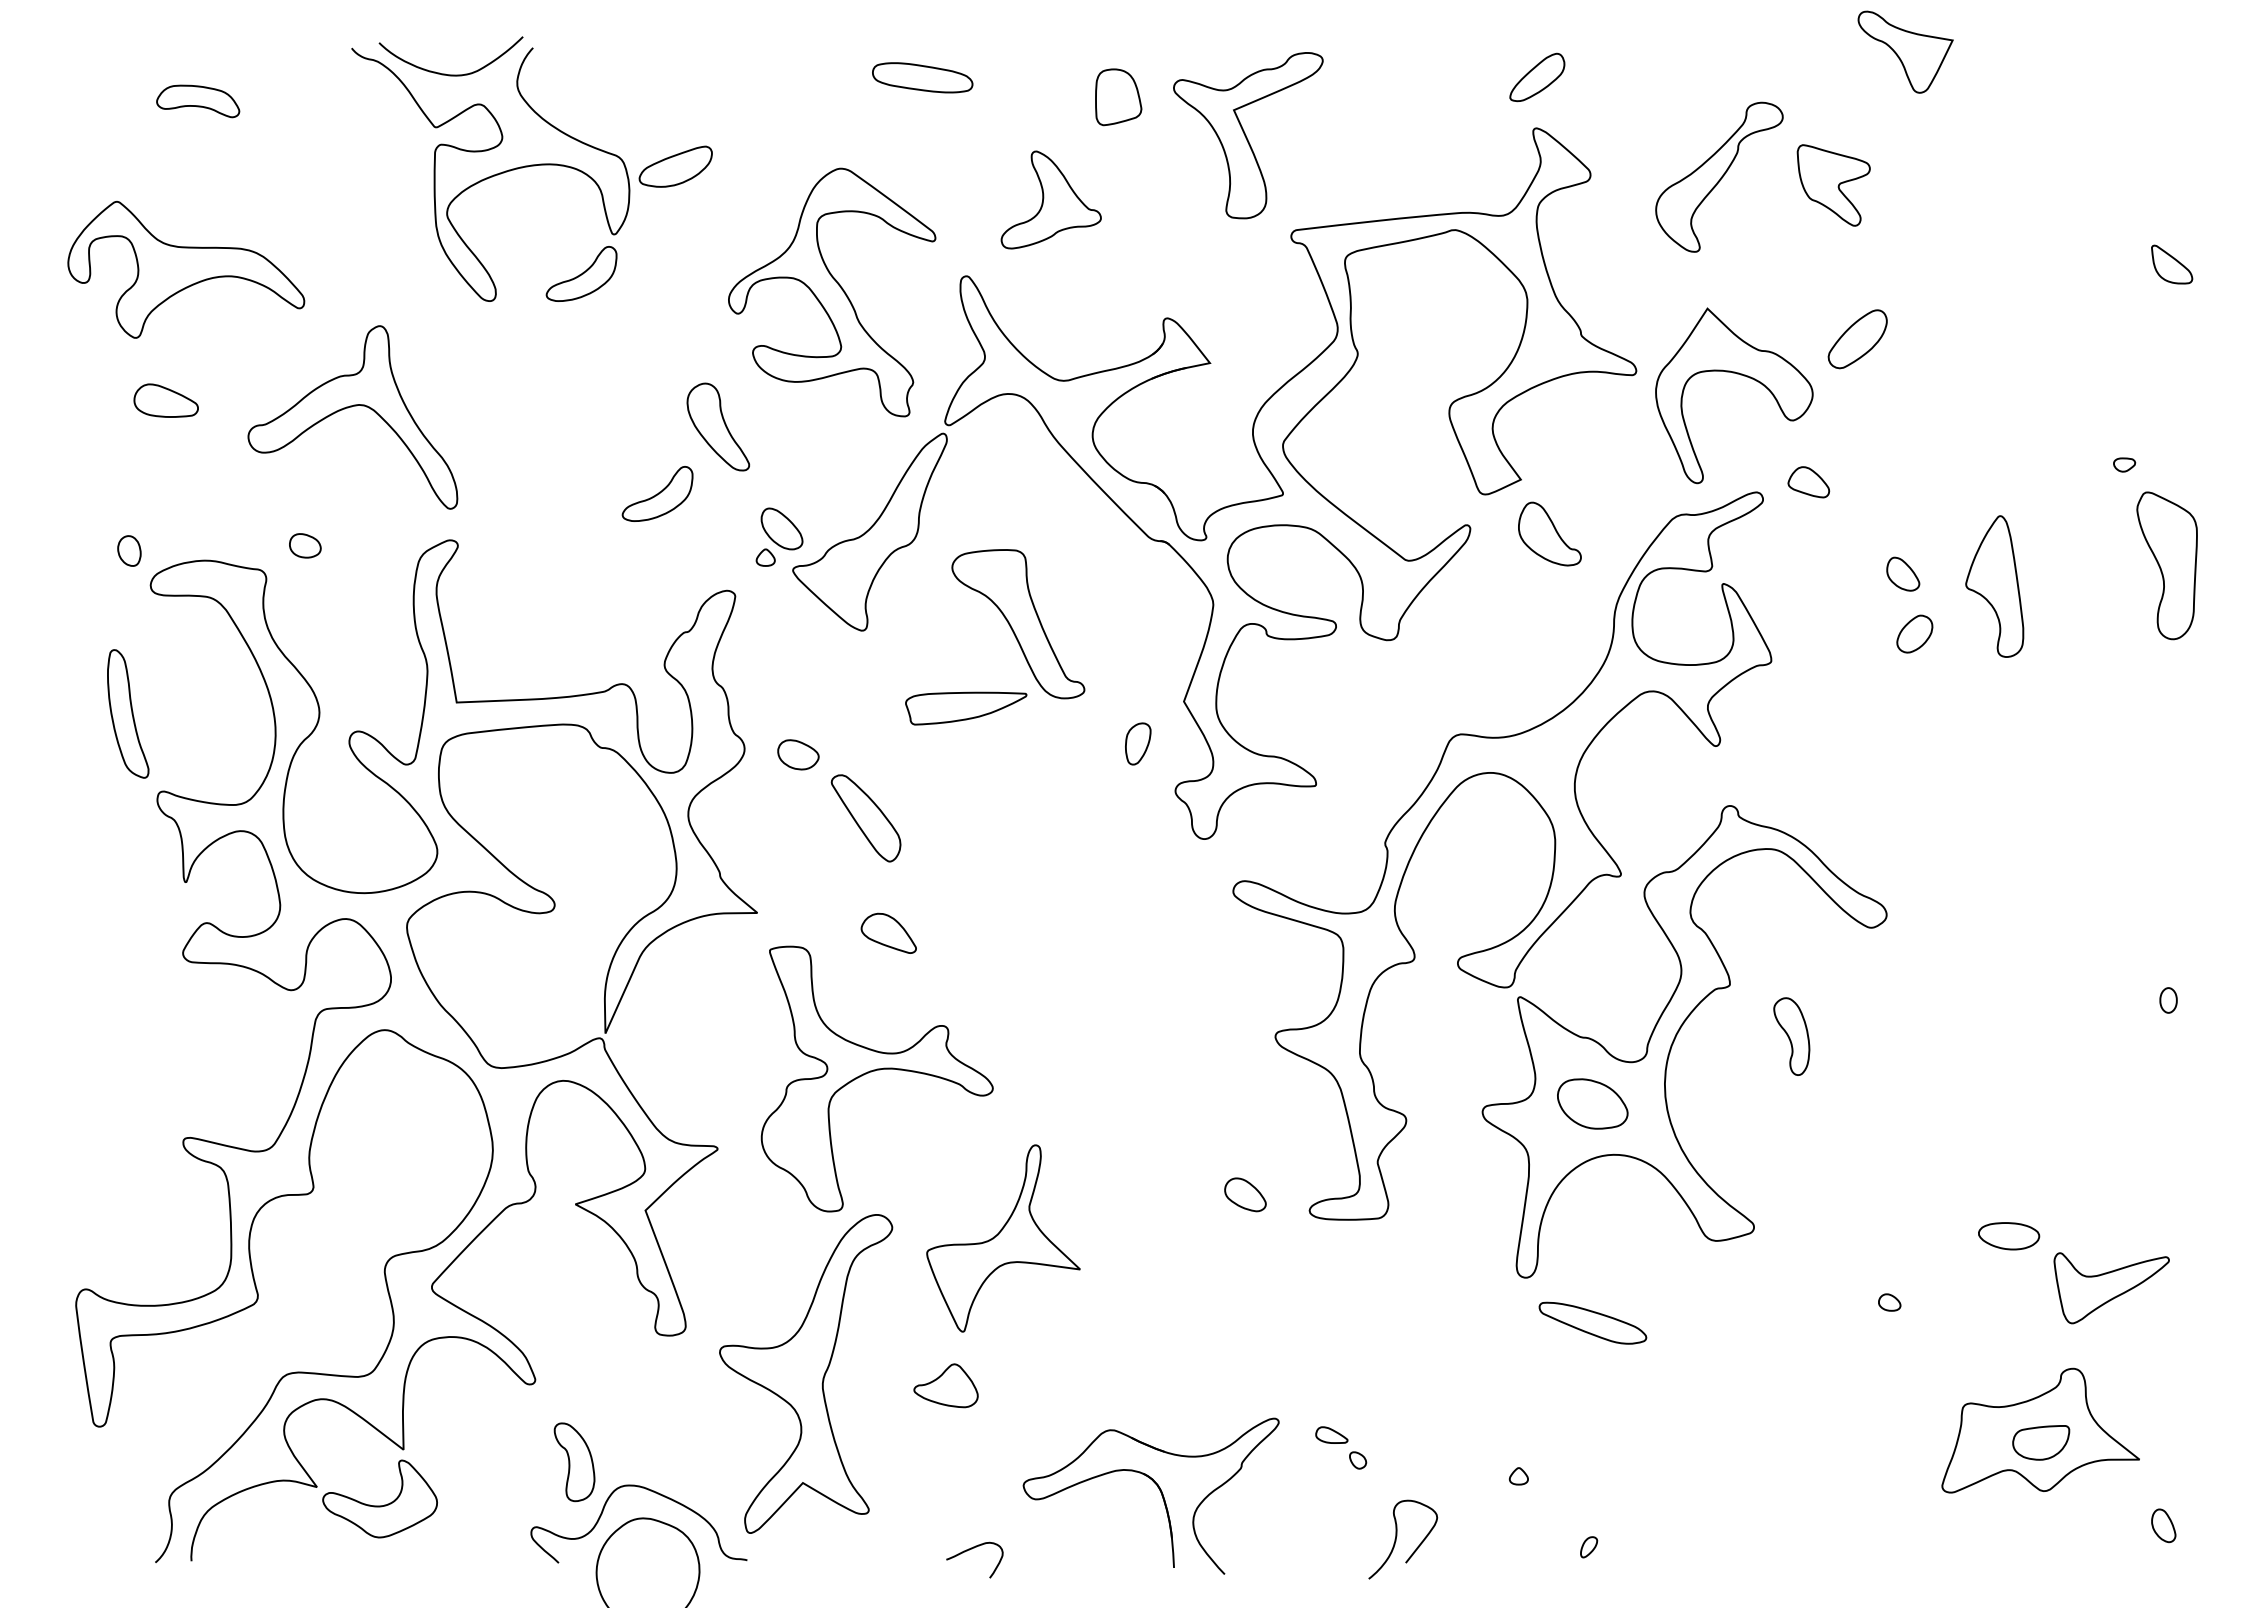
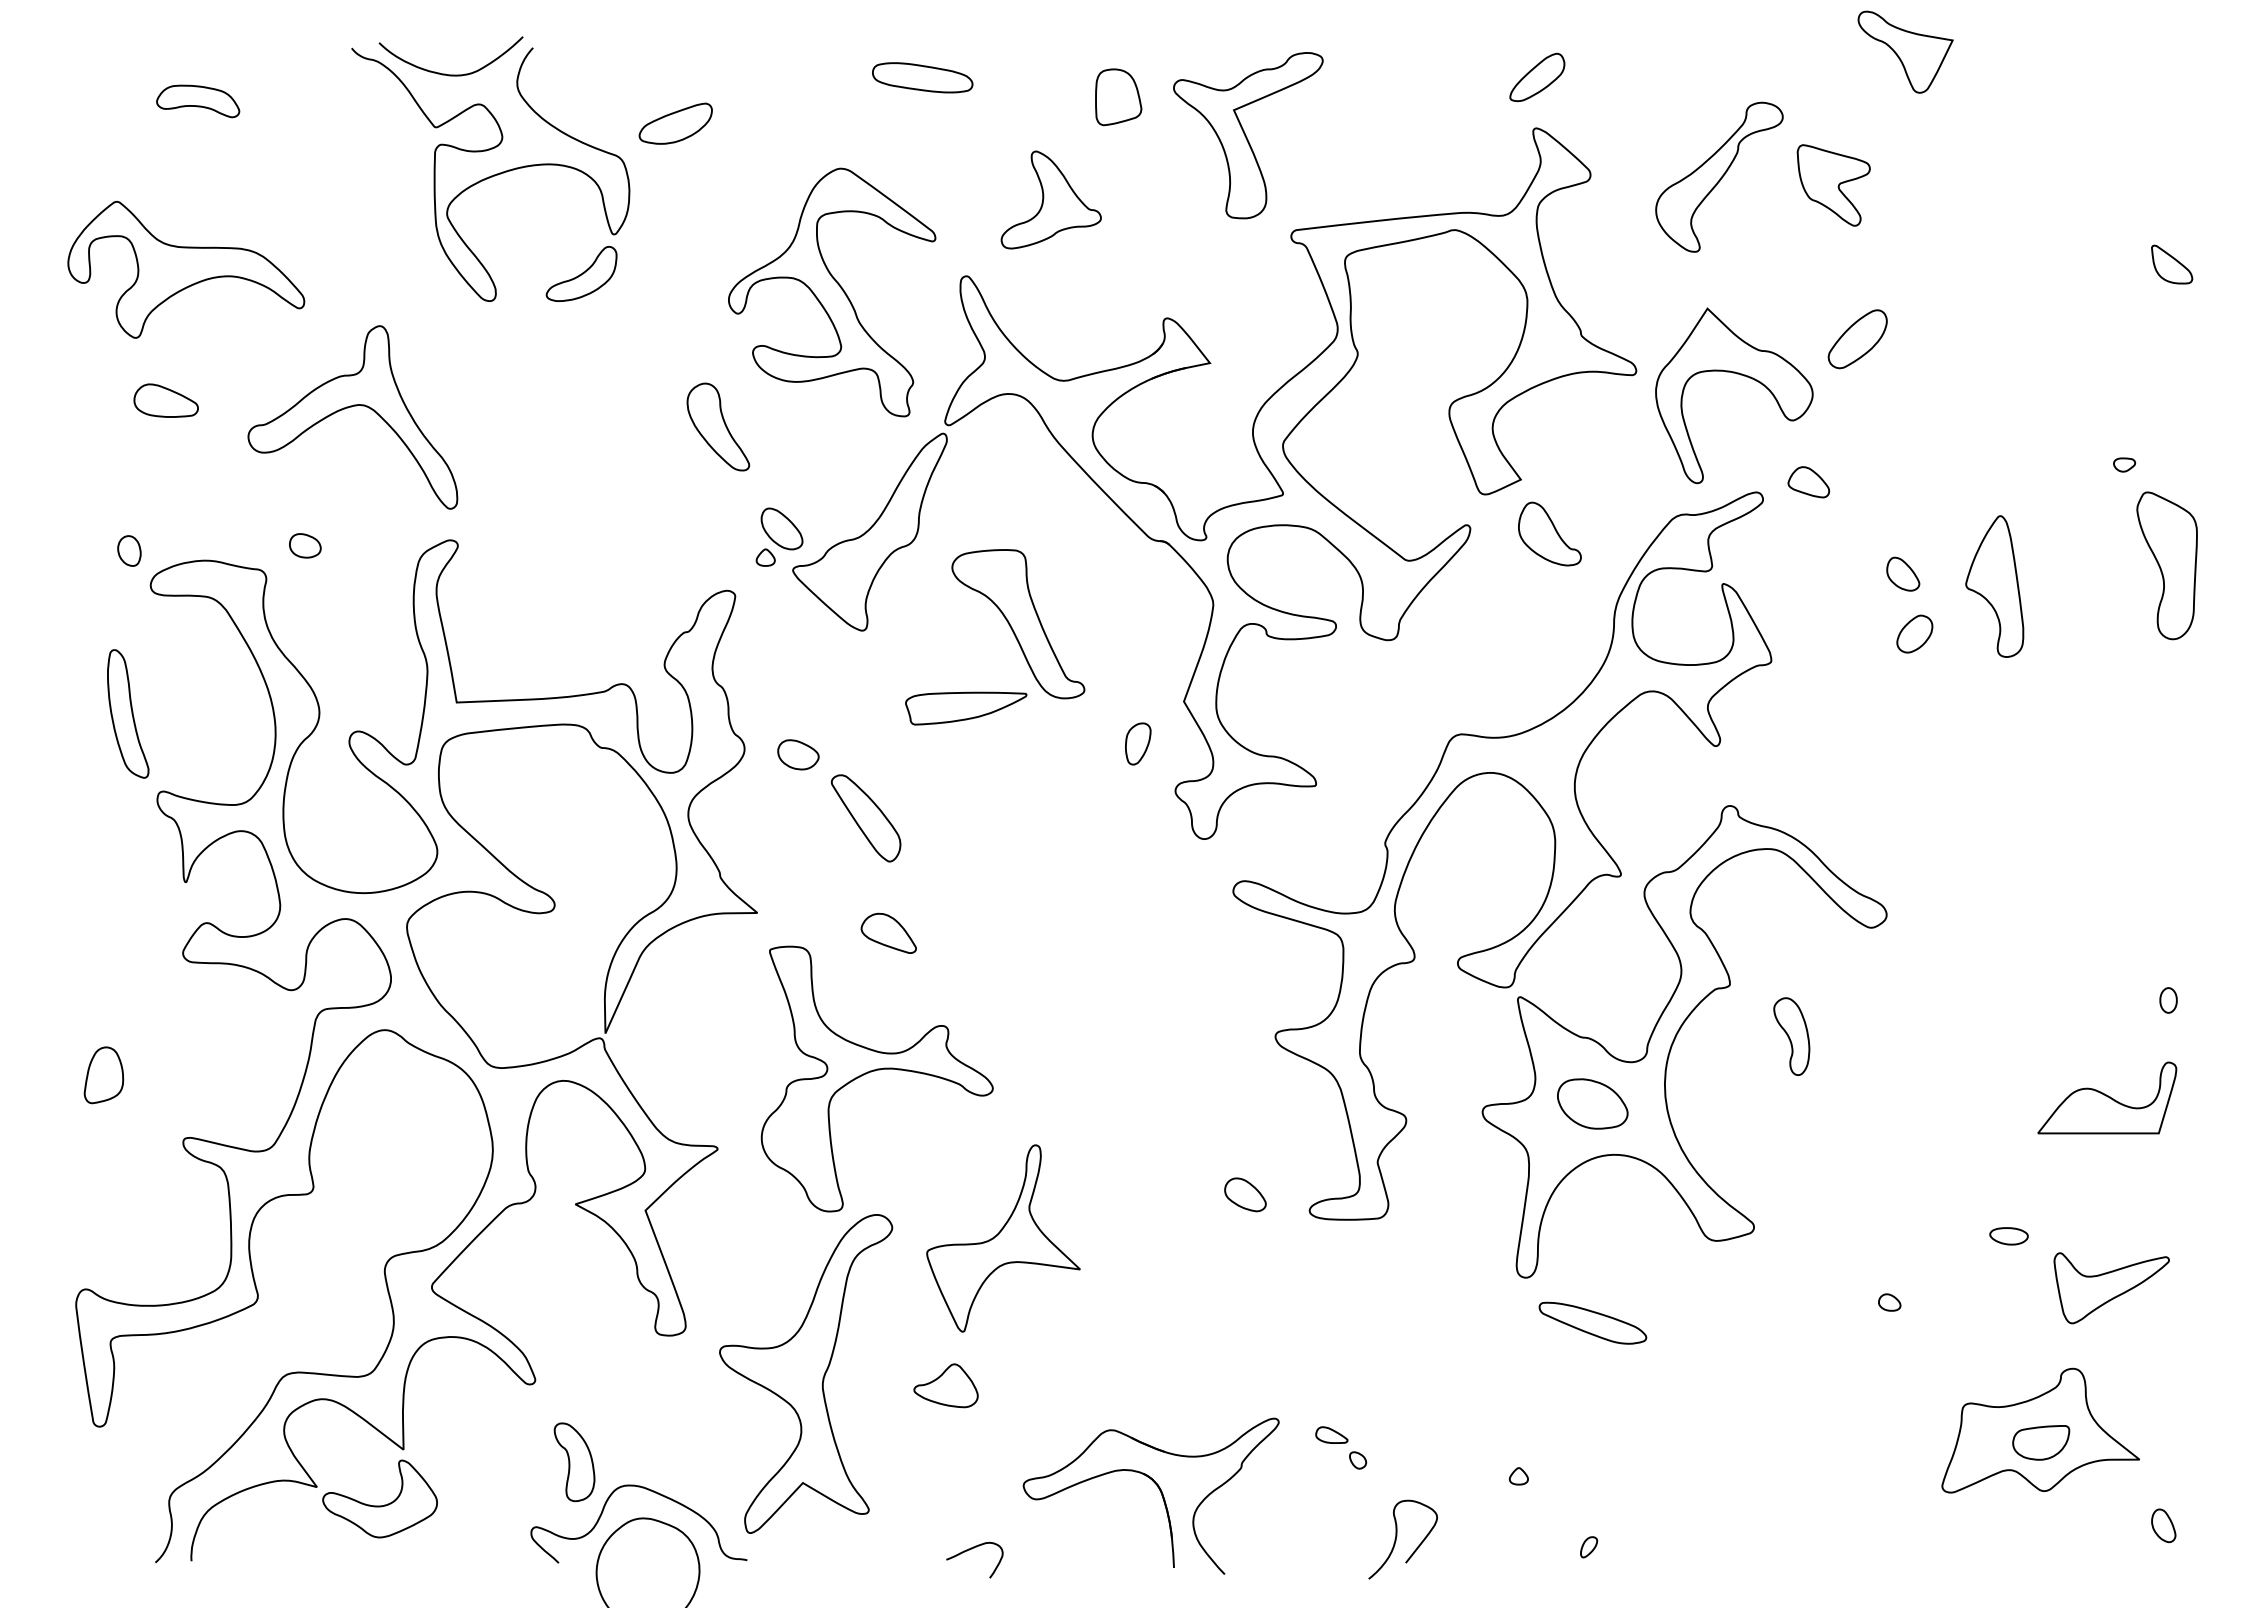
part at (675, 166) position: (675, 166) -> (675, 123)
part at (657, 493): present -> none
part at (103, 1075): none -> present
part at (2107, 1097): none -> present
part at (2009, 1236) size: 63x29 px -> 40x19 px
